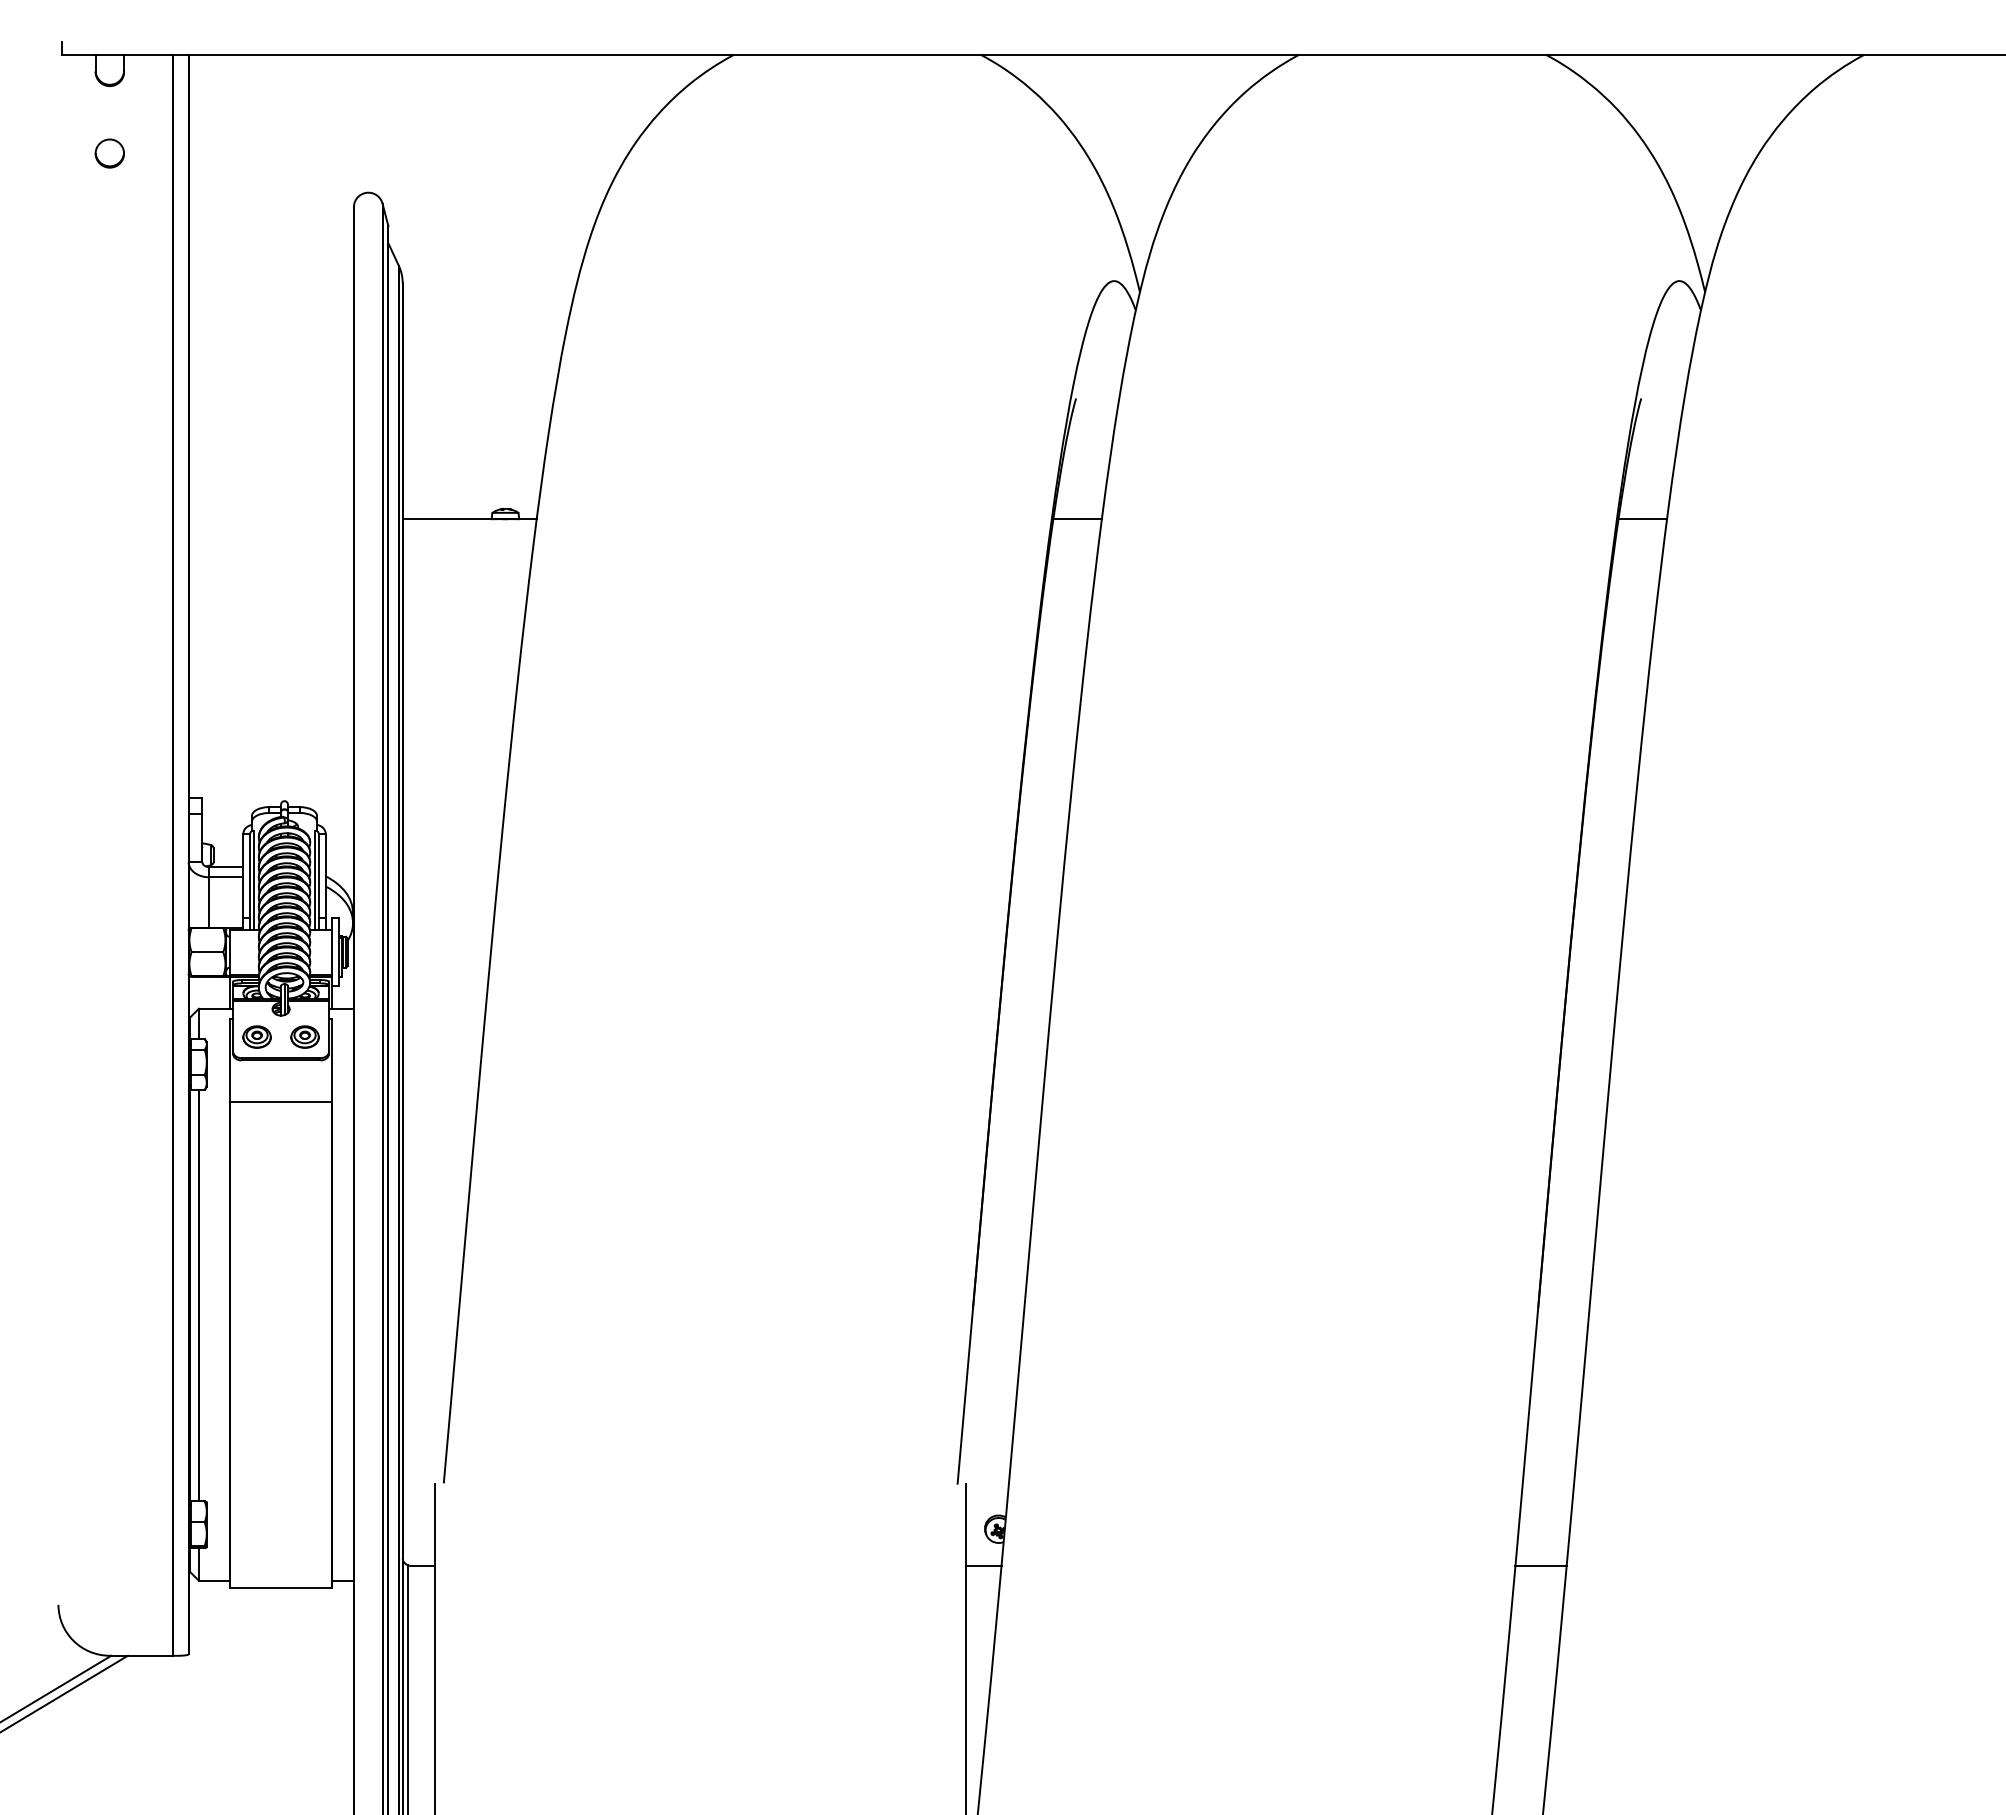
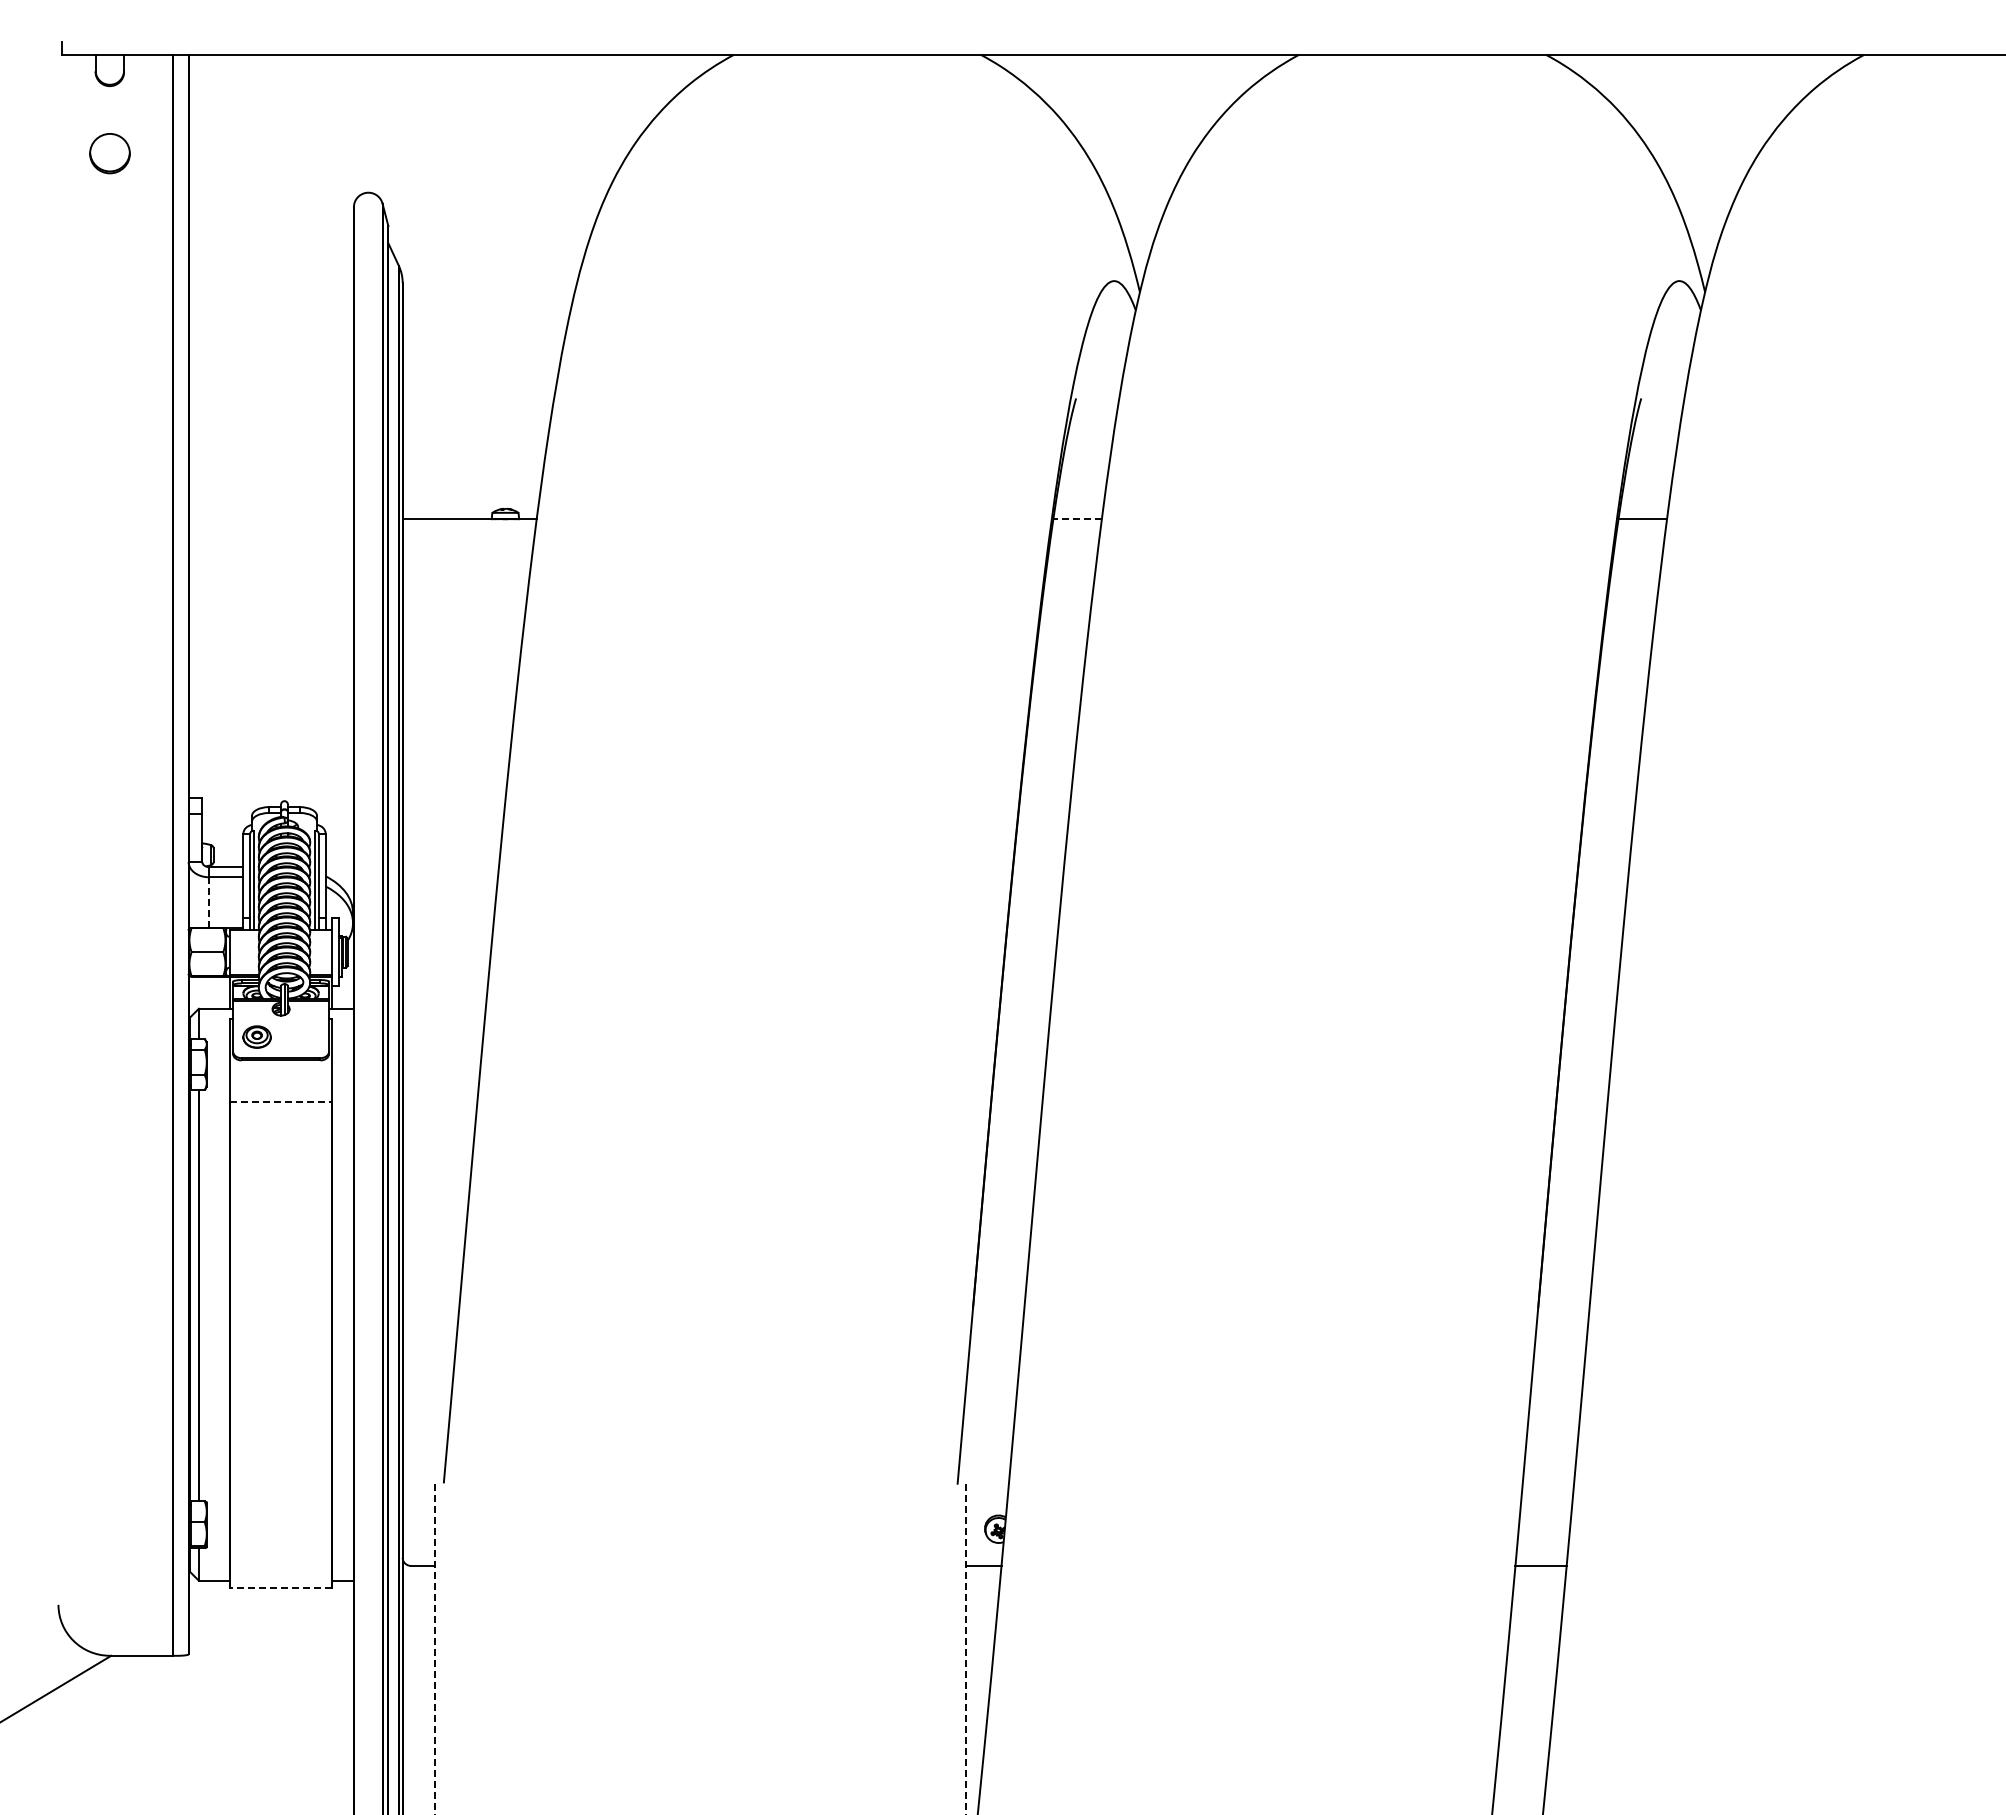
part at (109, 153) size: 31x31 px -> 42x42 px
line at (1077, 519): solid -> dashed
line at (209, 902): solid -> dashed
part at (304, 1036): present -> none
line at (281, 1101): solid -> dashed
line at (280, 1587): solid -> dashed
line at (435, 1650): solid -> dashed
line at (966, 1650): solid -> dashed
line at (407, 1688): present -> none
line at (64, 1693): present -> none
